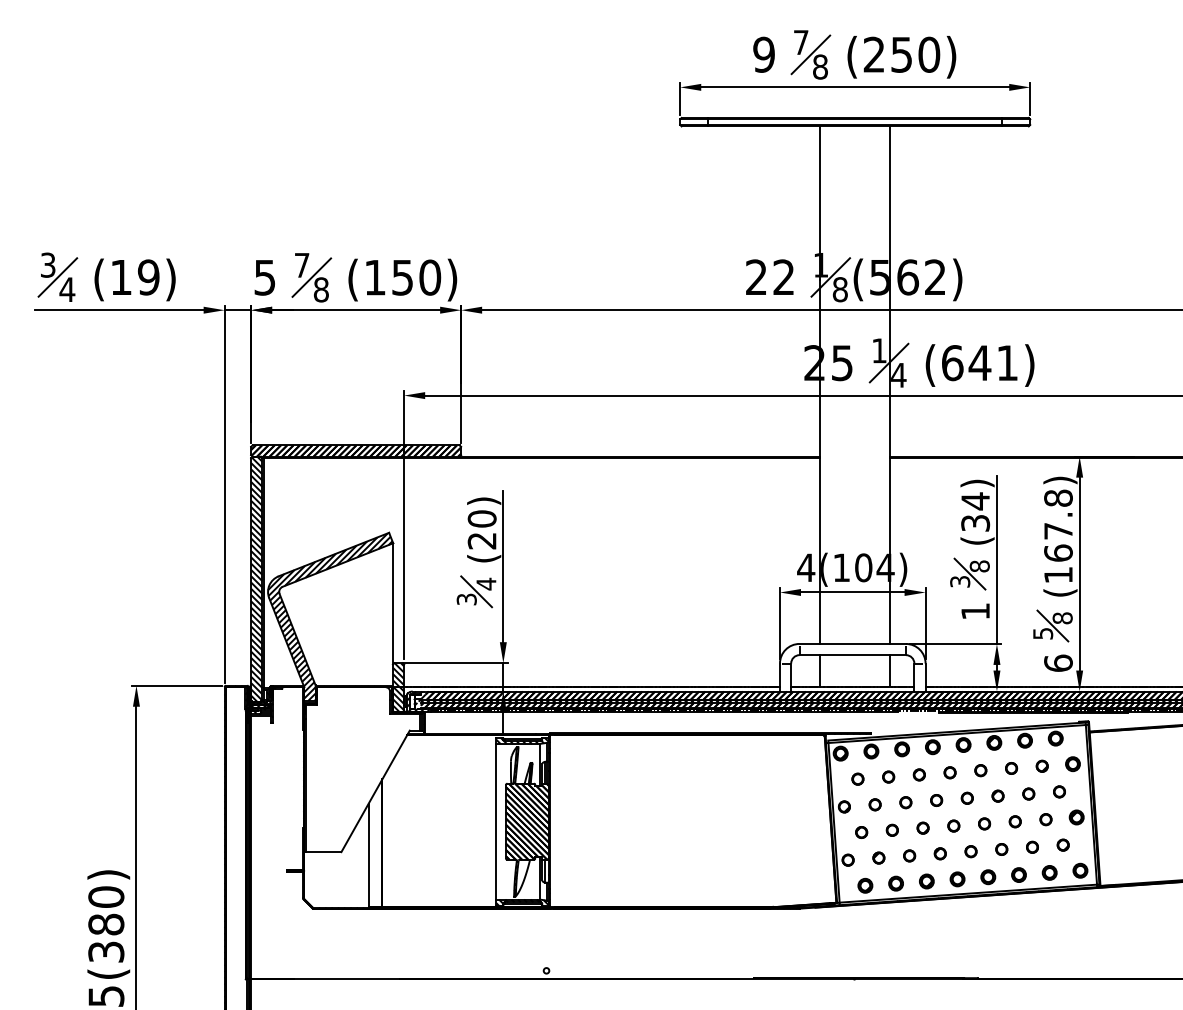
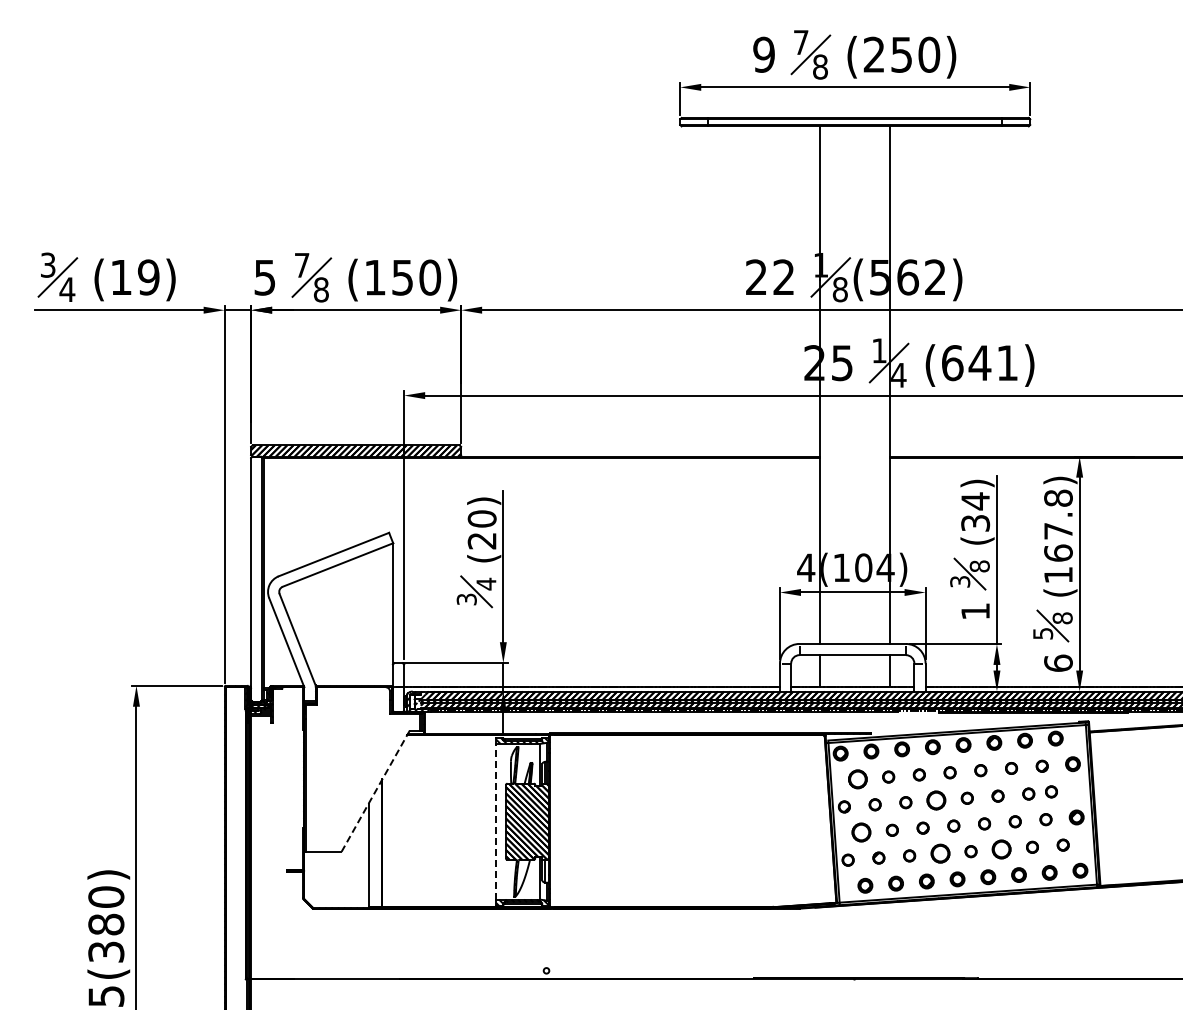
hatch at (256, 578): present -> none
hatch at (330, 616): present -> none
hatch at (398, 687): present -> none
circle at (857, 778) size: 14x14 px -> 20x21 px
line at (375, 791): solid -> dashed
circle at (1059, 791) position: (1059, 791) -> (1051, 791)
circle at (936, 800) size: 14x13 px -> 21x21 px
line at (496, 821): solid -> dashed
circle at (861, 832) size: 14x13 px -> 21x21 px
circle at (1001, 849) size: 14x13 px -> 21x21 px
part at (939, 853) size: 14x14 px -> 21x21 px
